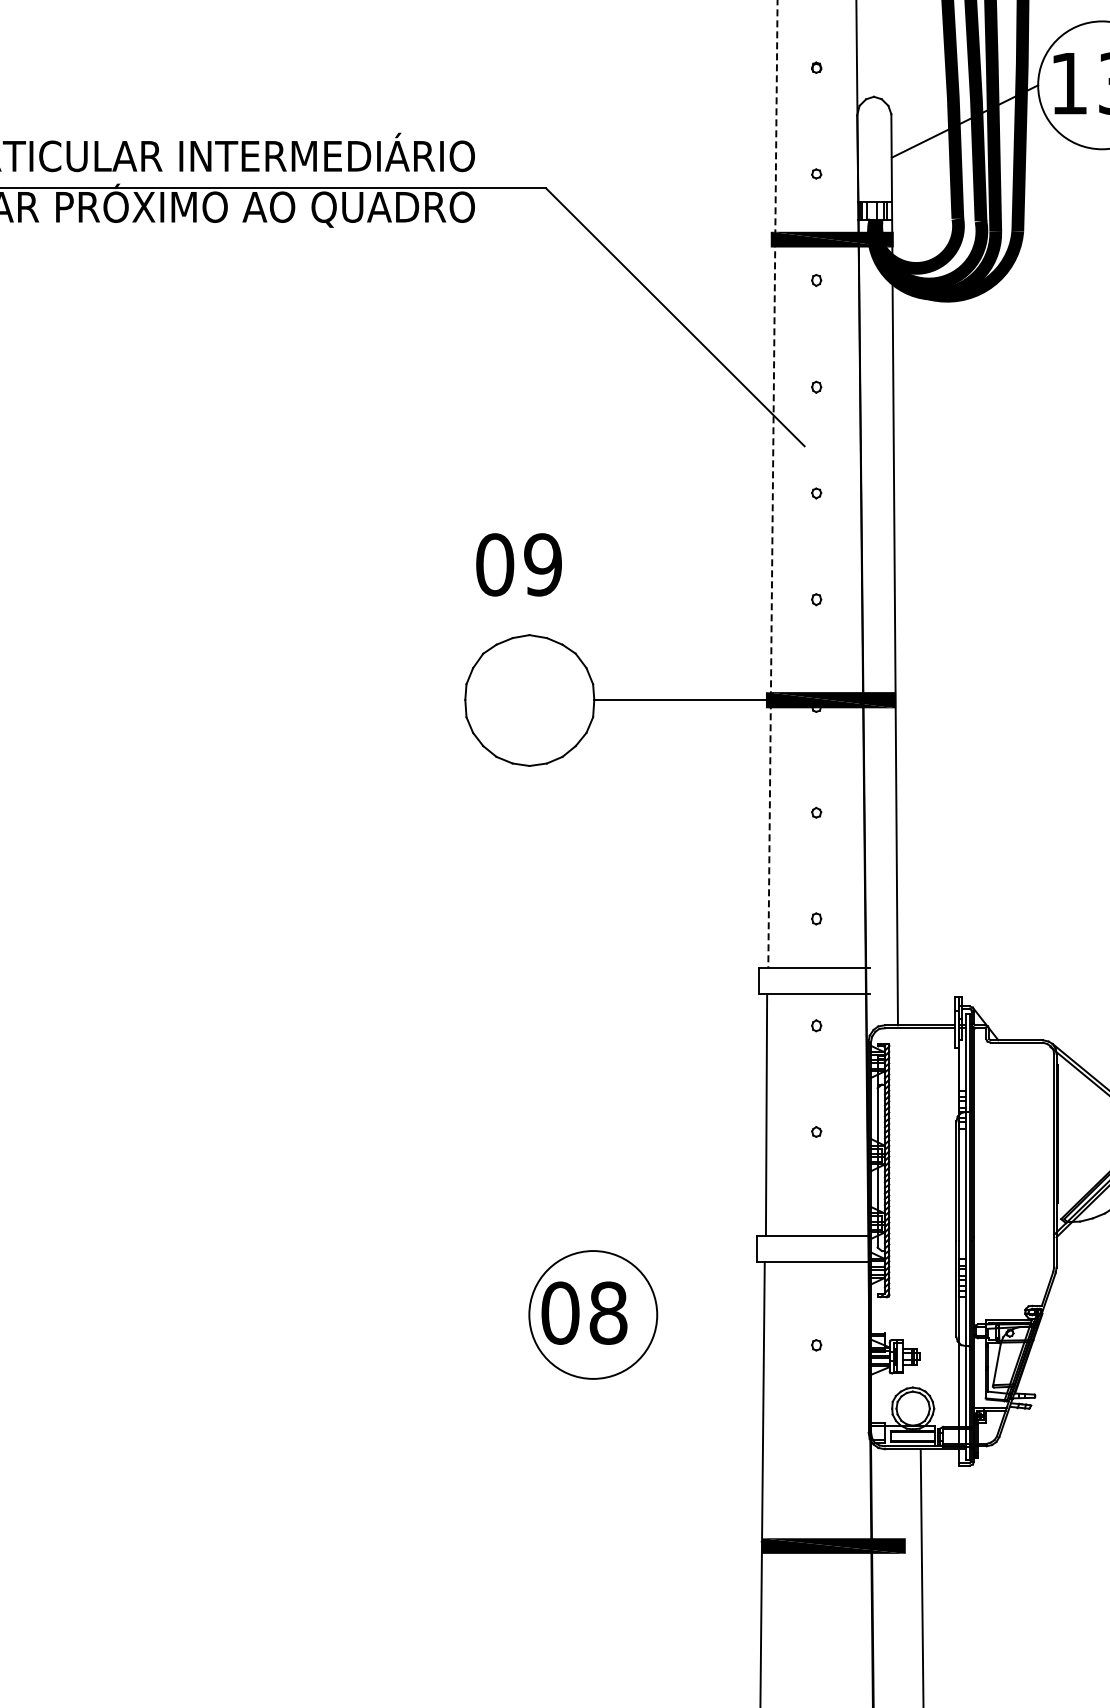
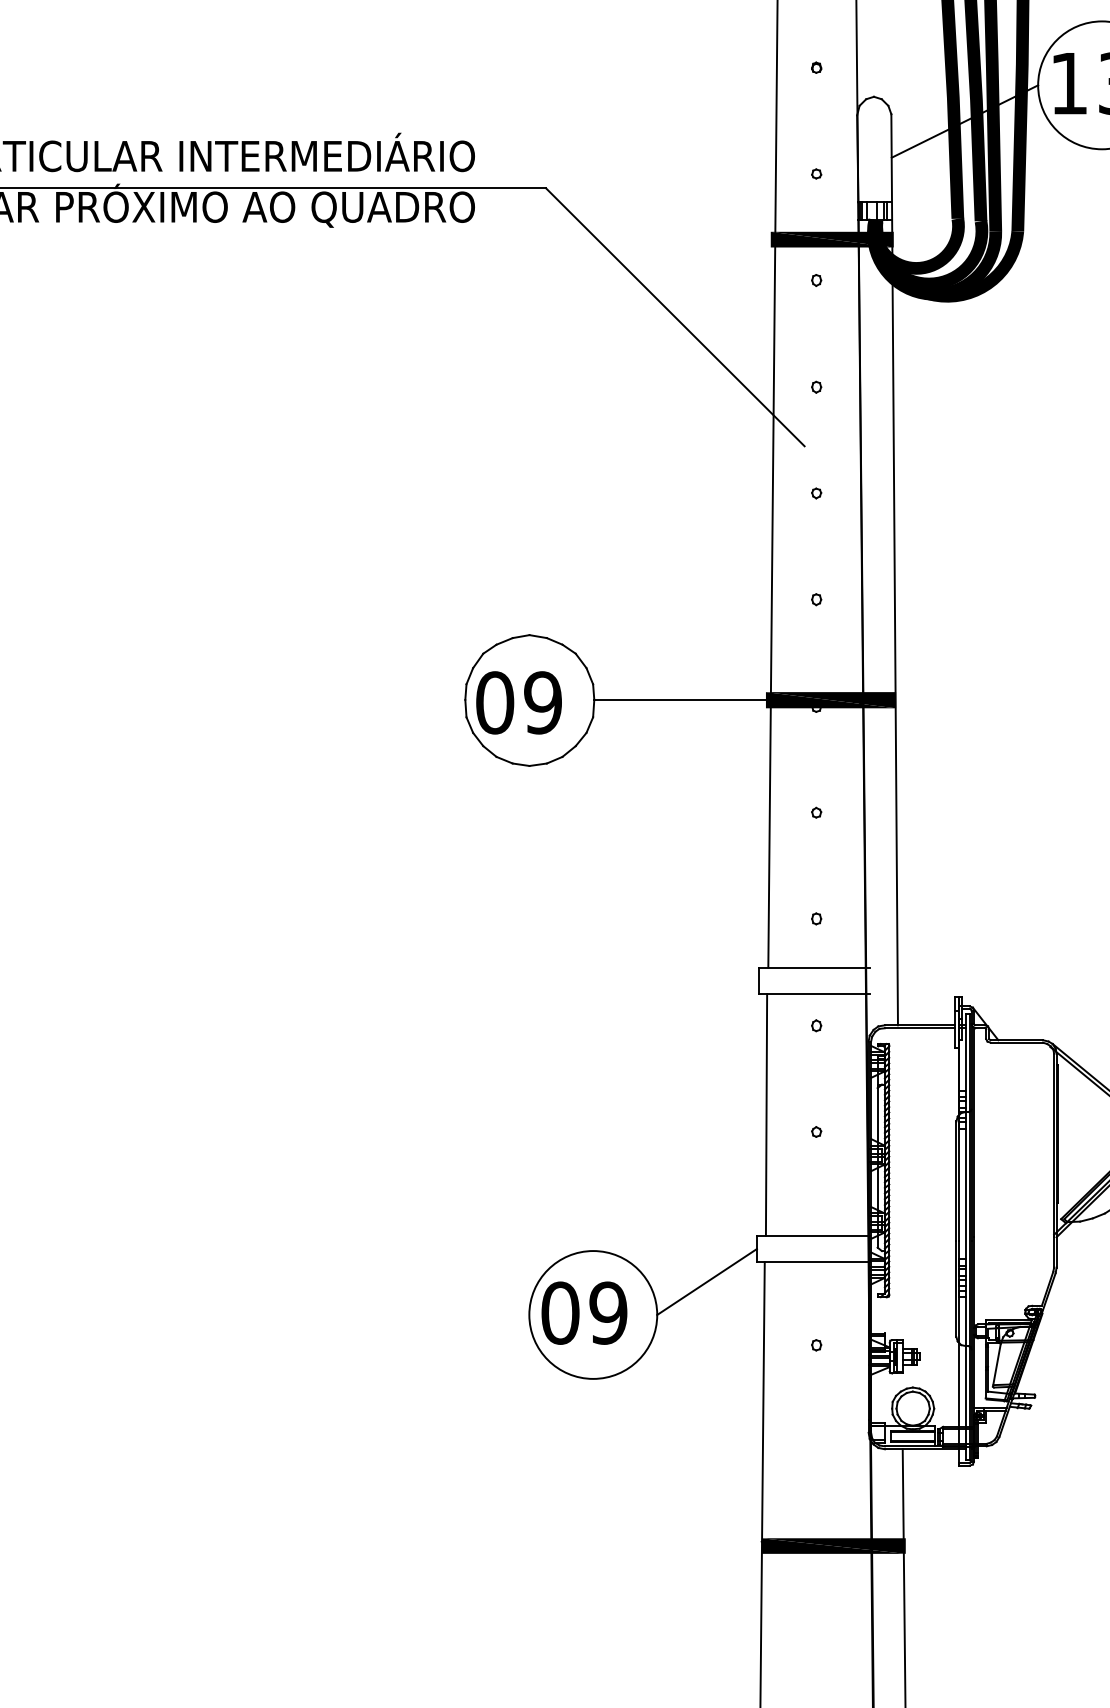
line at (772, 483): dashed -> solid
text at (518, 564) position: (518, 564) -> (518, 702)
line at (706, 1281): none -> present
text at (608, 1312): 08 -> 09
line at (921, 1576) position: (921, 1576) -> (903, 1576)
